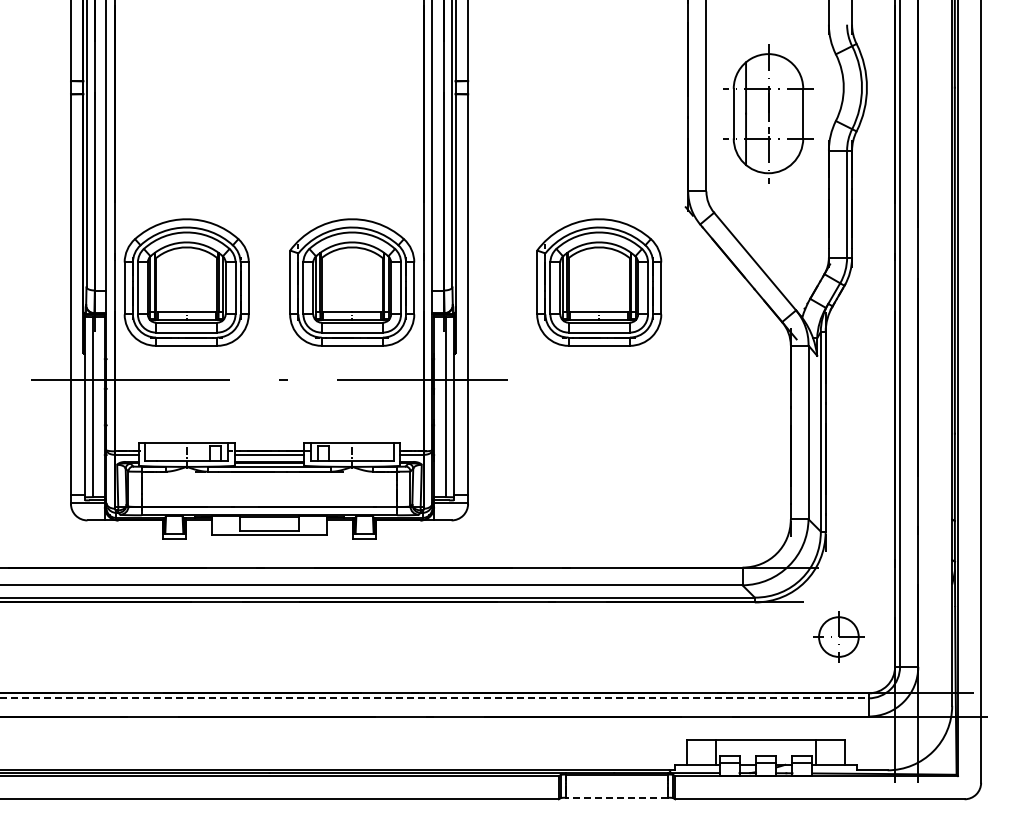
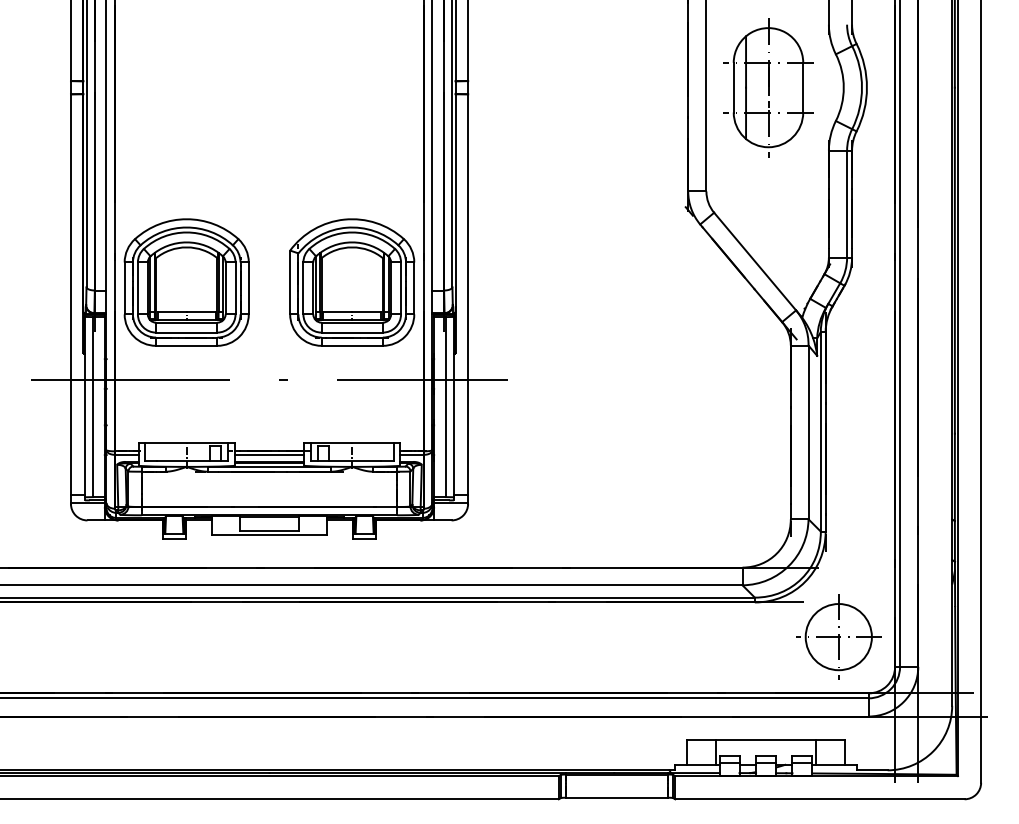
part at (768, 113) position: (768, 113) -> (768, 87)
part at (599, 282): present -> none
part at (838, 636) size: 52x52 px -> 86x86 px
line at (434, 698): dashed -> solid
line at (617, 797): dashed -> solid
